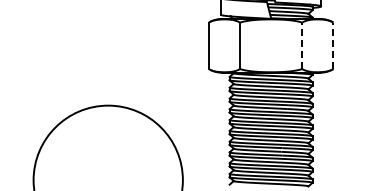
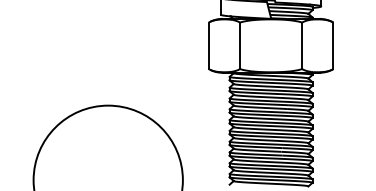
line at (302, 45): dashed -> solid
line at (333, 45): dashed -> solid
